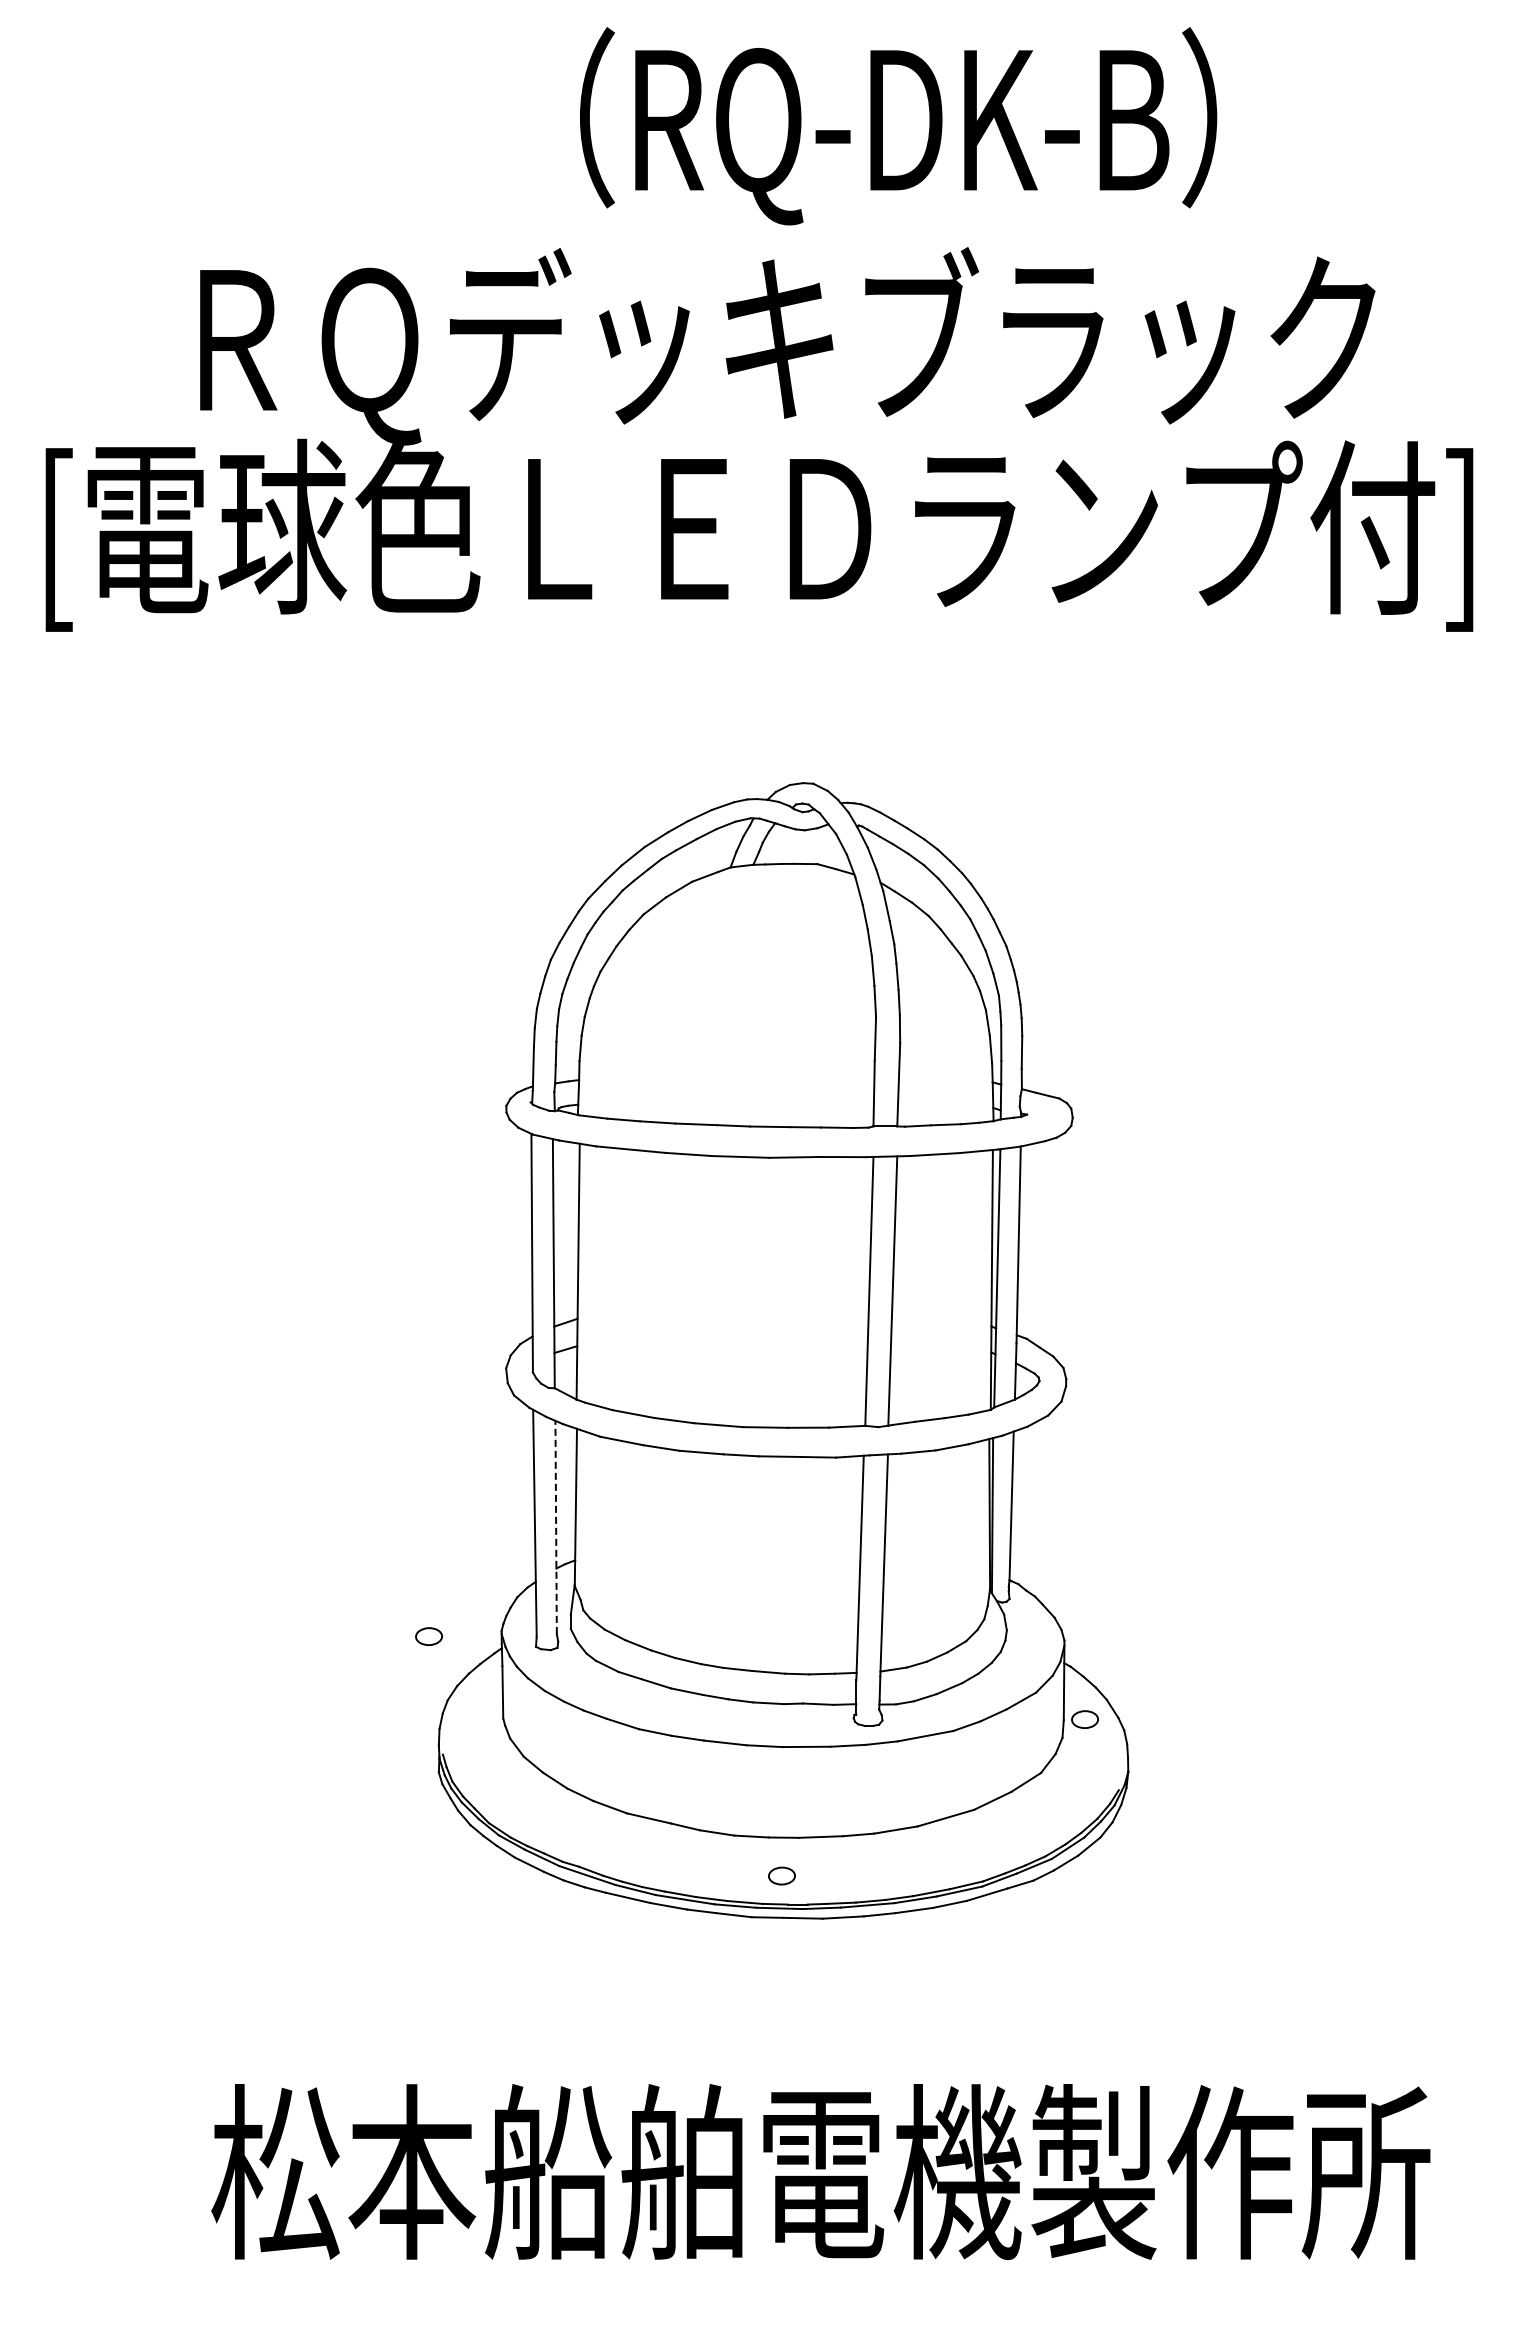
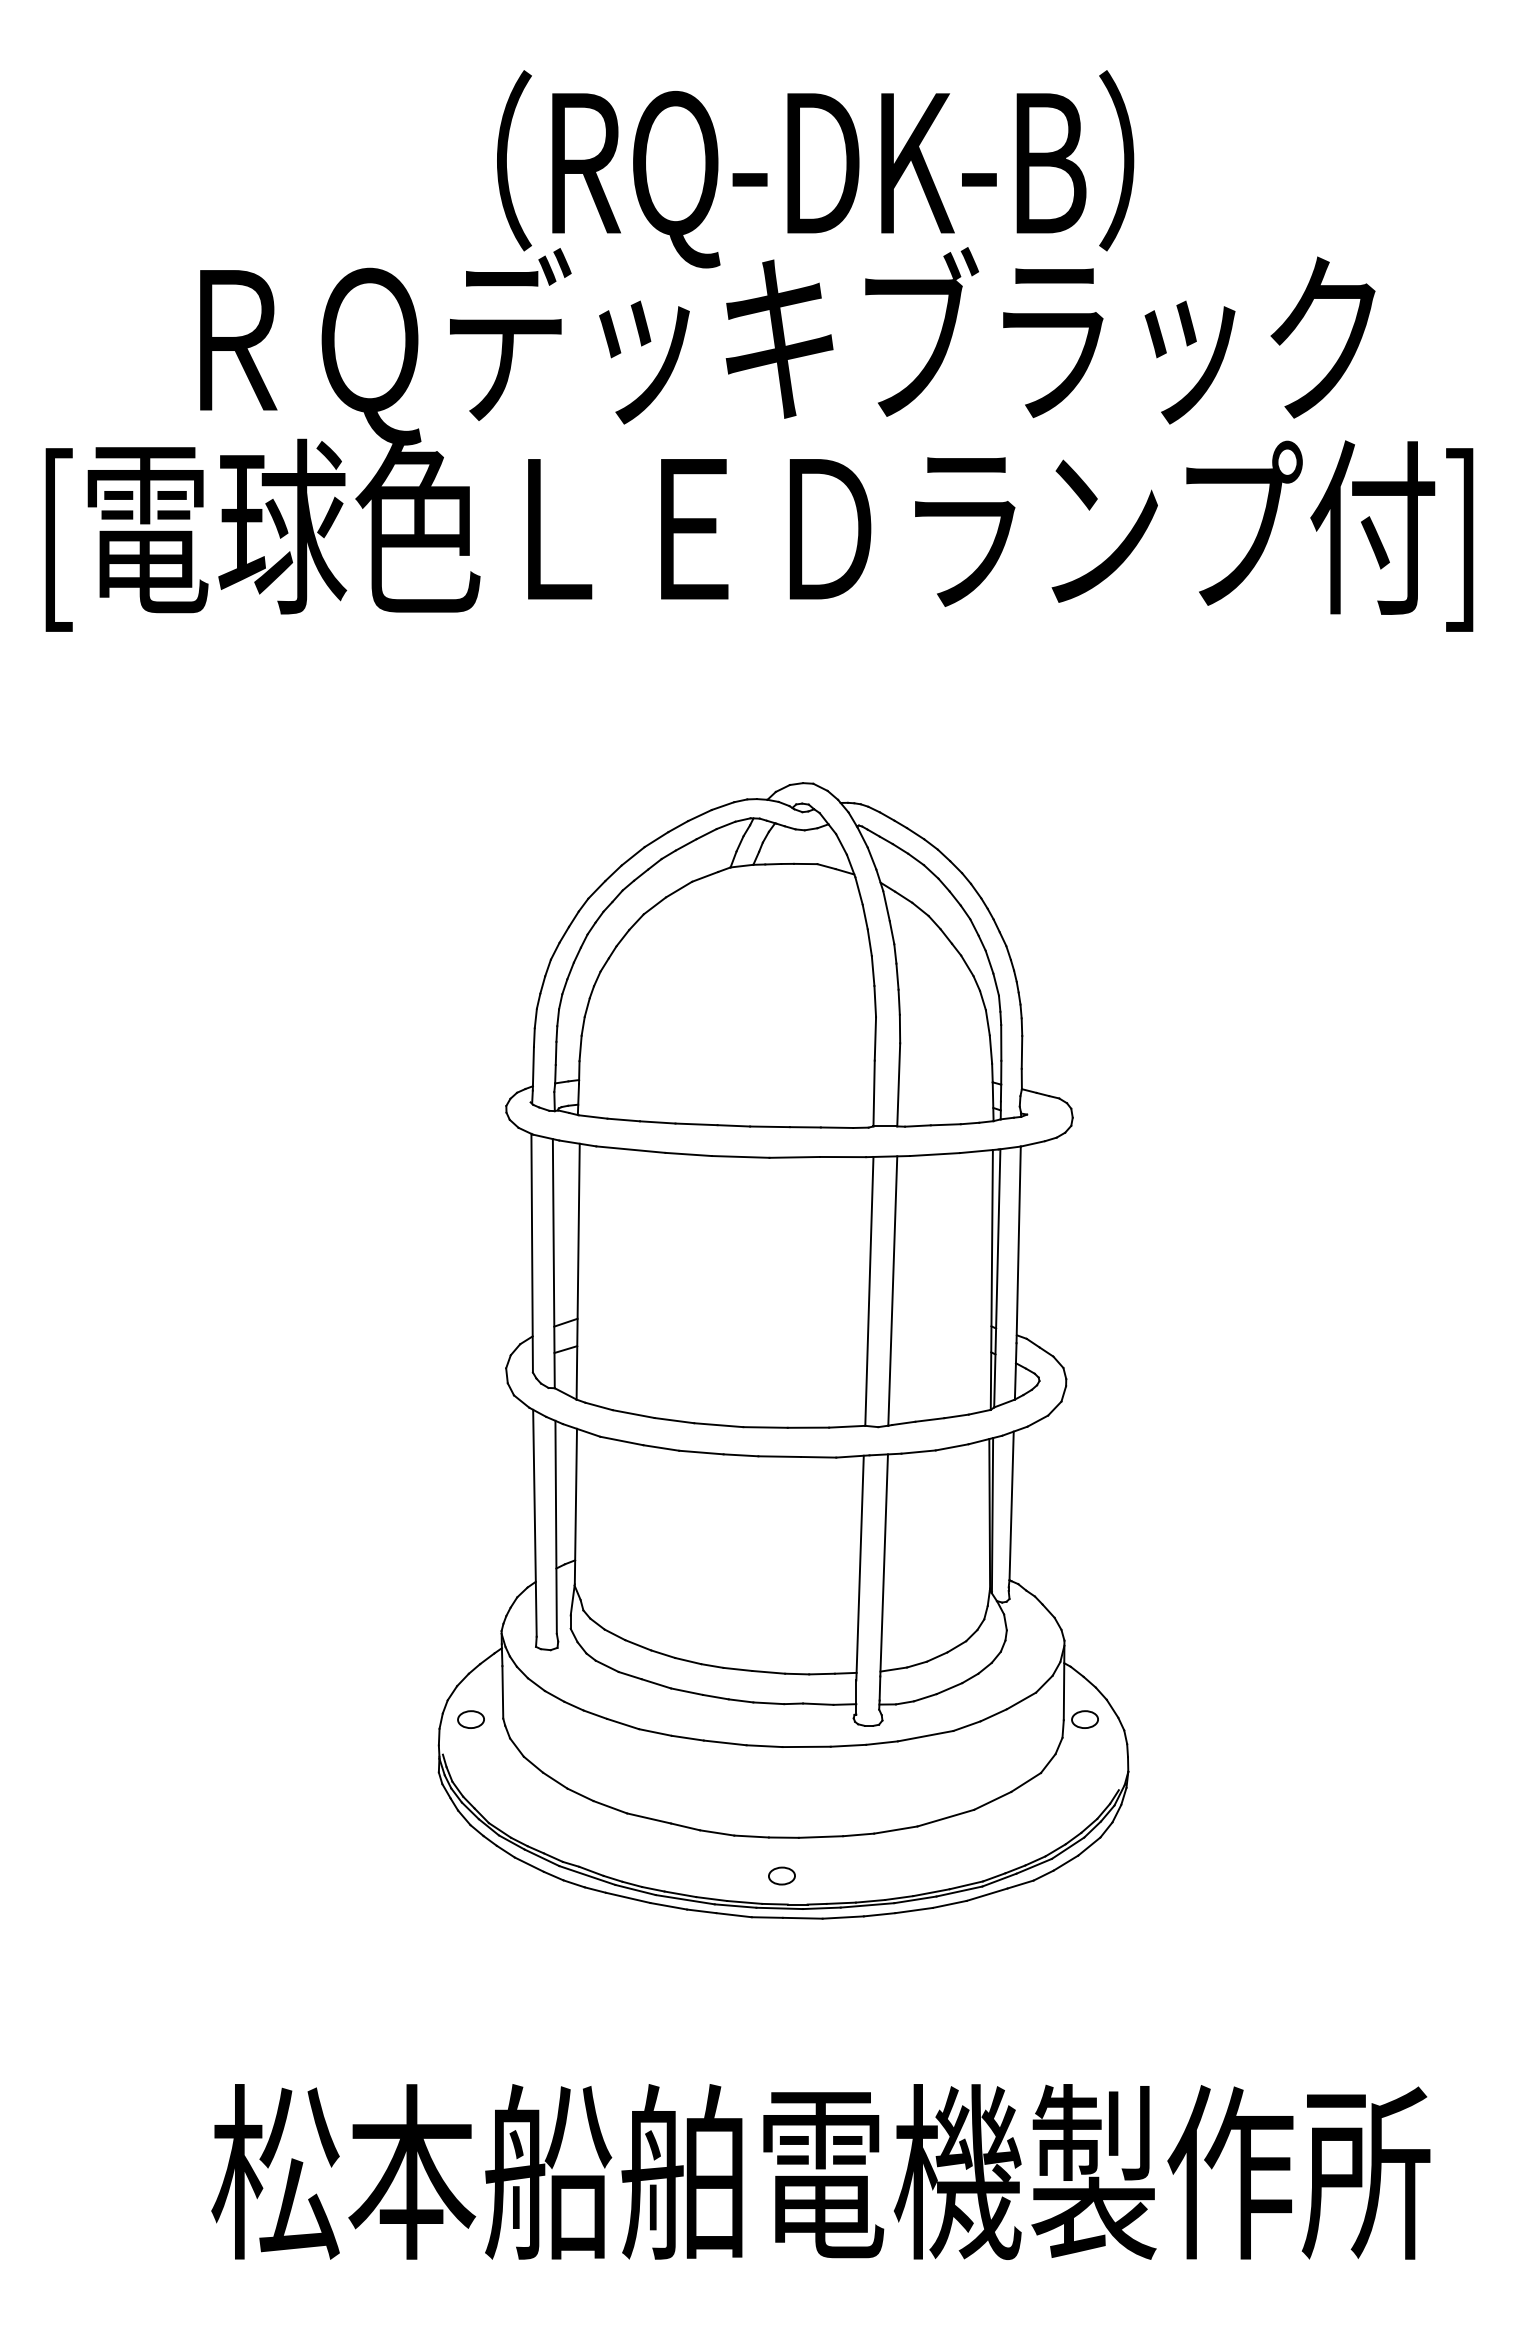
text at (898, 126) position: (898, 126) -> (815, 169)
line at (556, 1527): dashed -> solid
part at (428, 1636) position: (428, 1636) -> (470, 1719)
